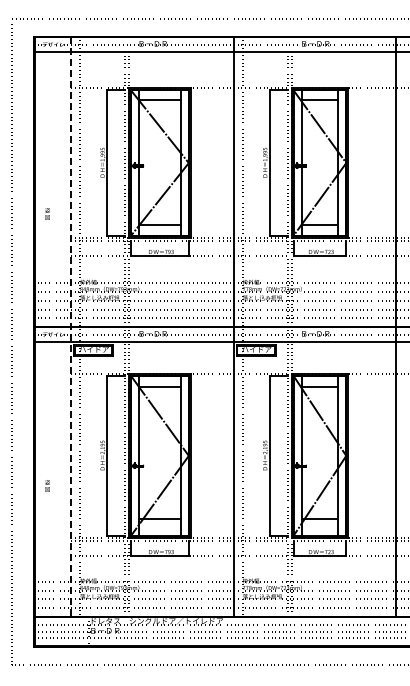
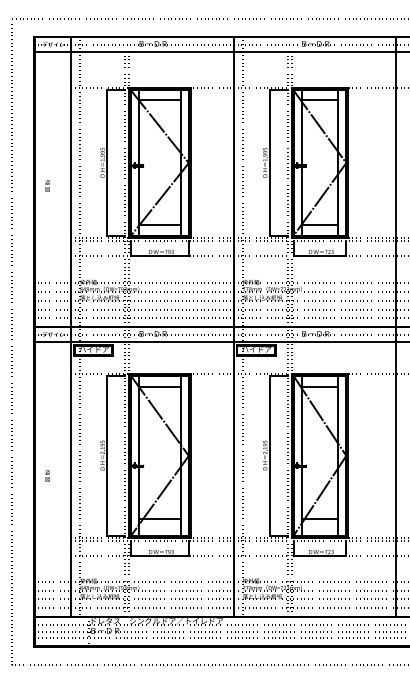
text at (47, 213) position: (47, 213) -> (47, 185)
line at (71, 327): dashed -> solid
text at (47, 485) position: (47, 485) -> (47, 475)
